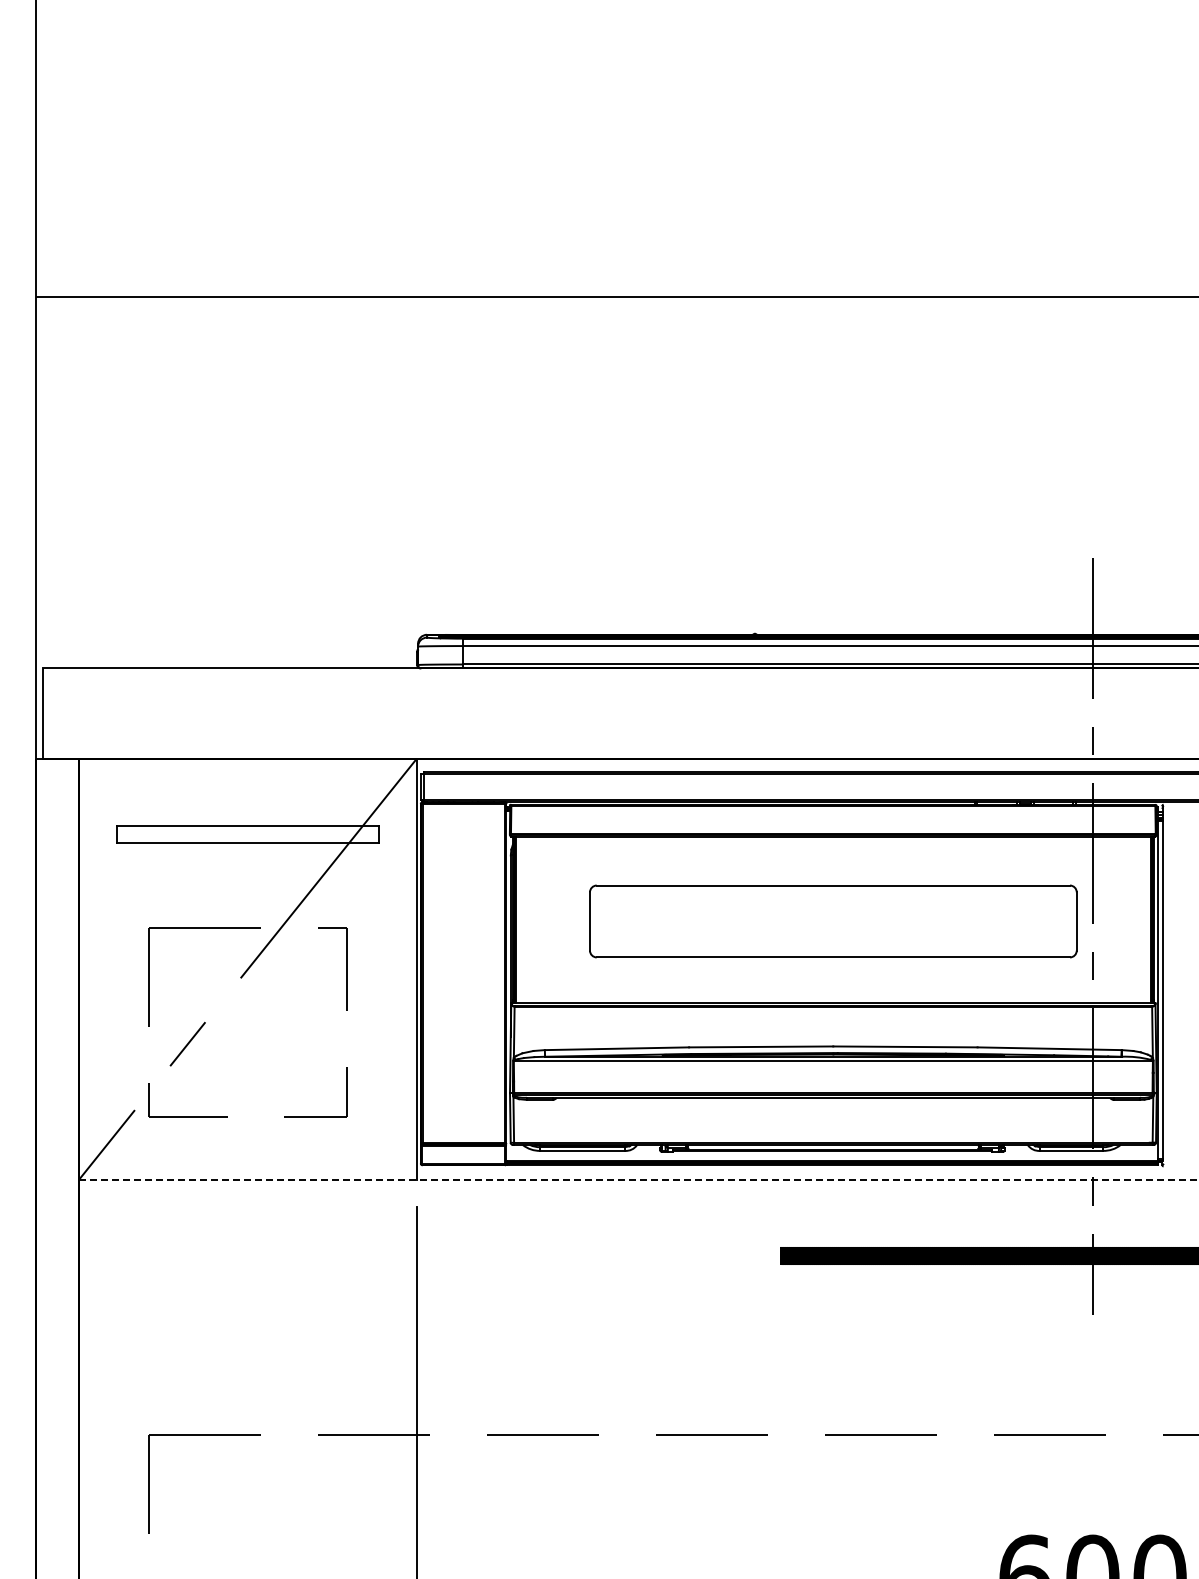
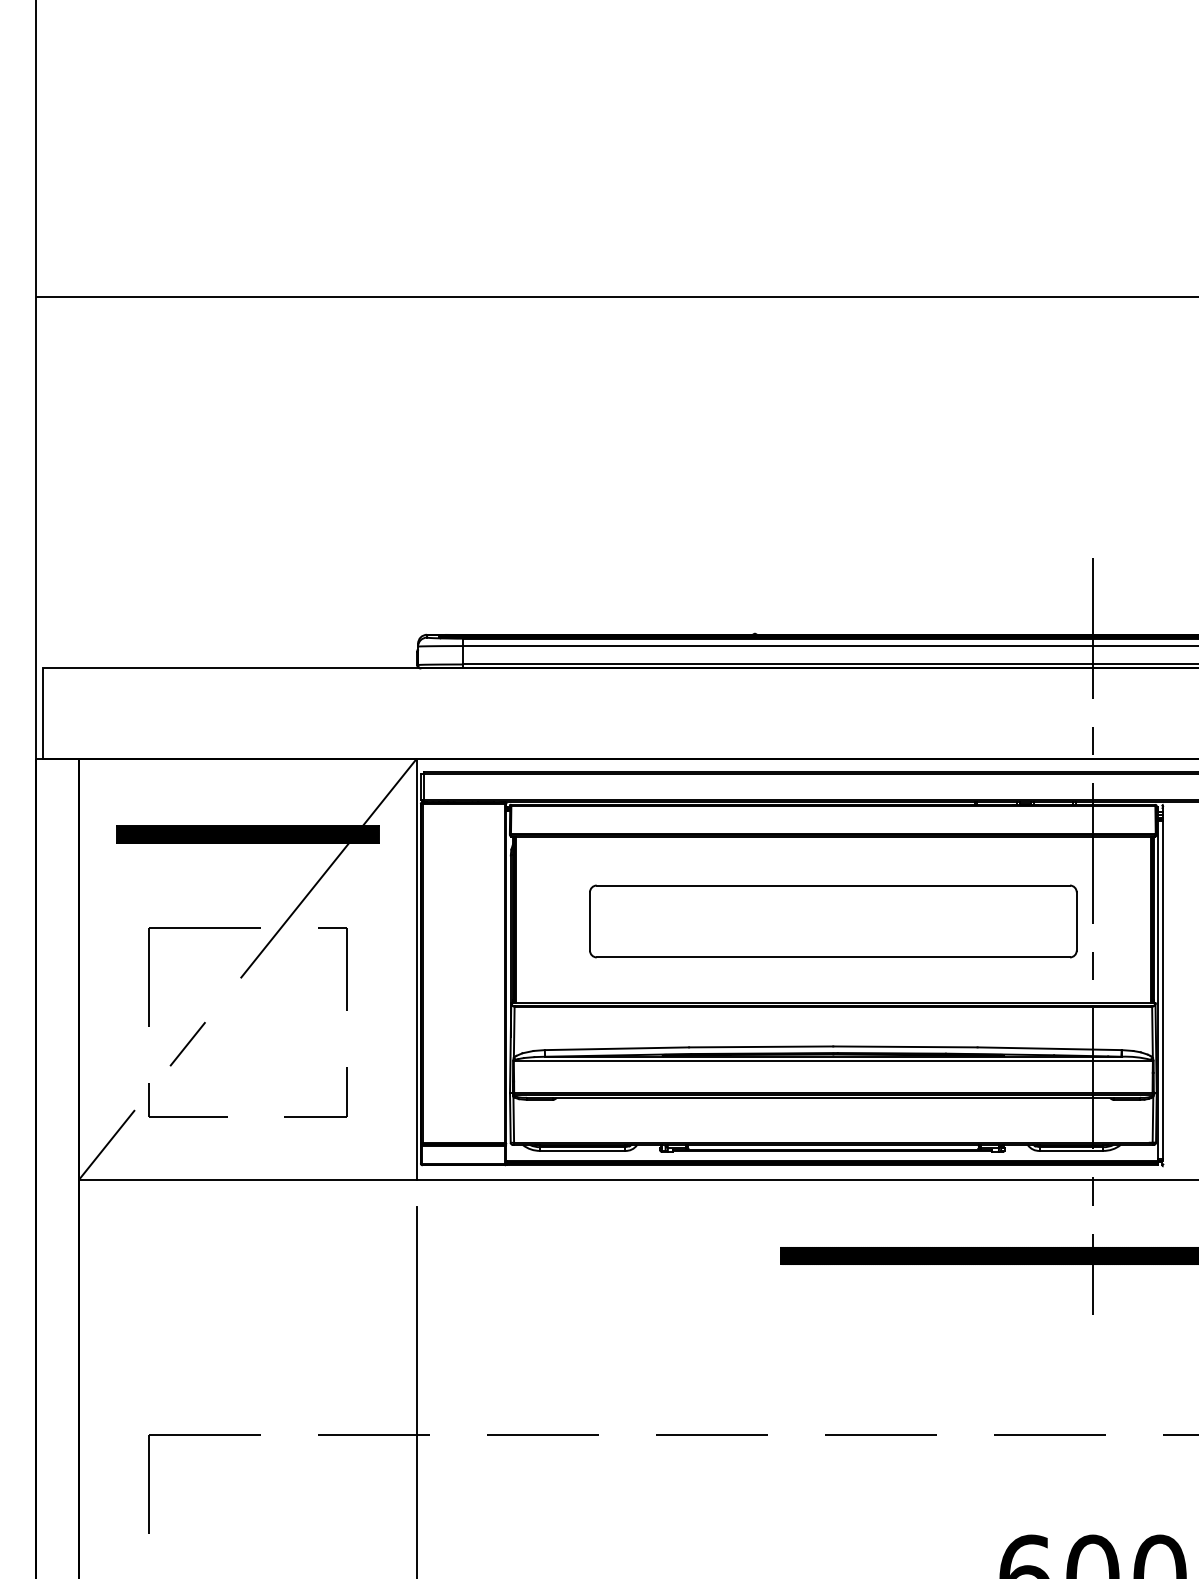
hatch at (247, 834): none -> present
line at (638, 1179): dashed -> solid
